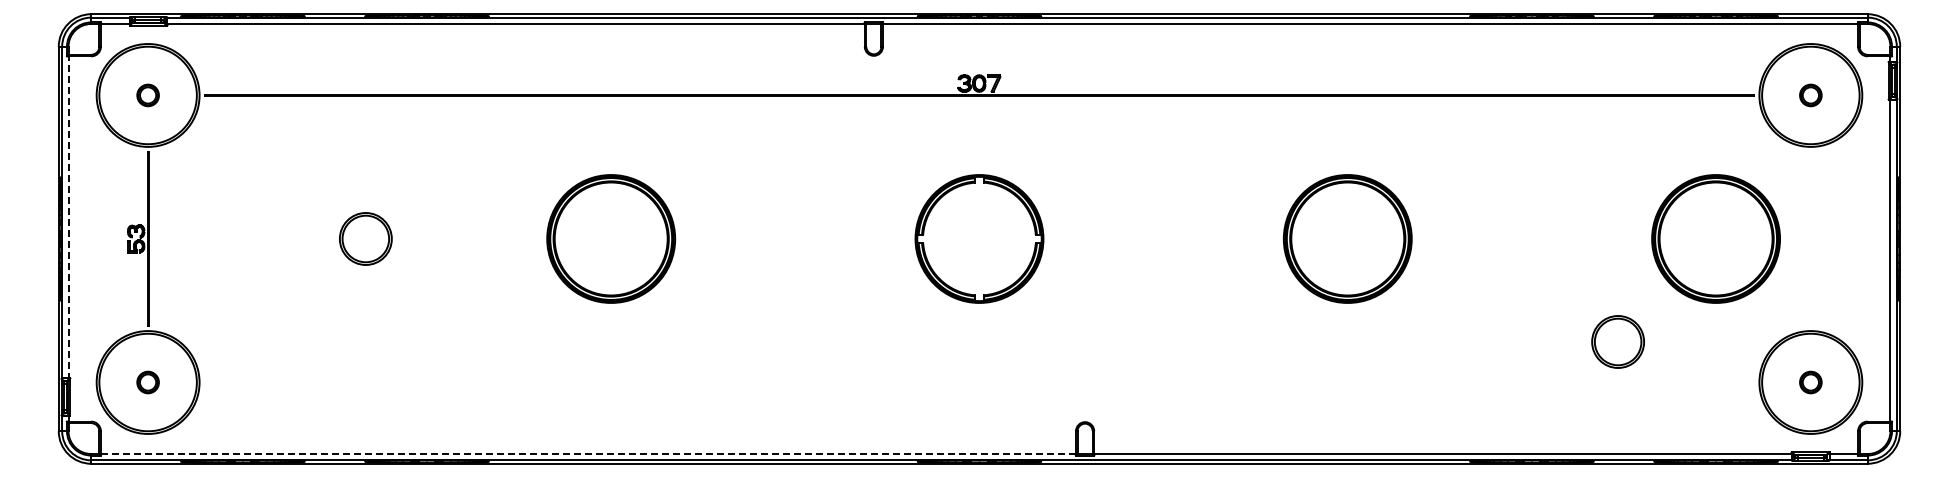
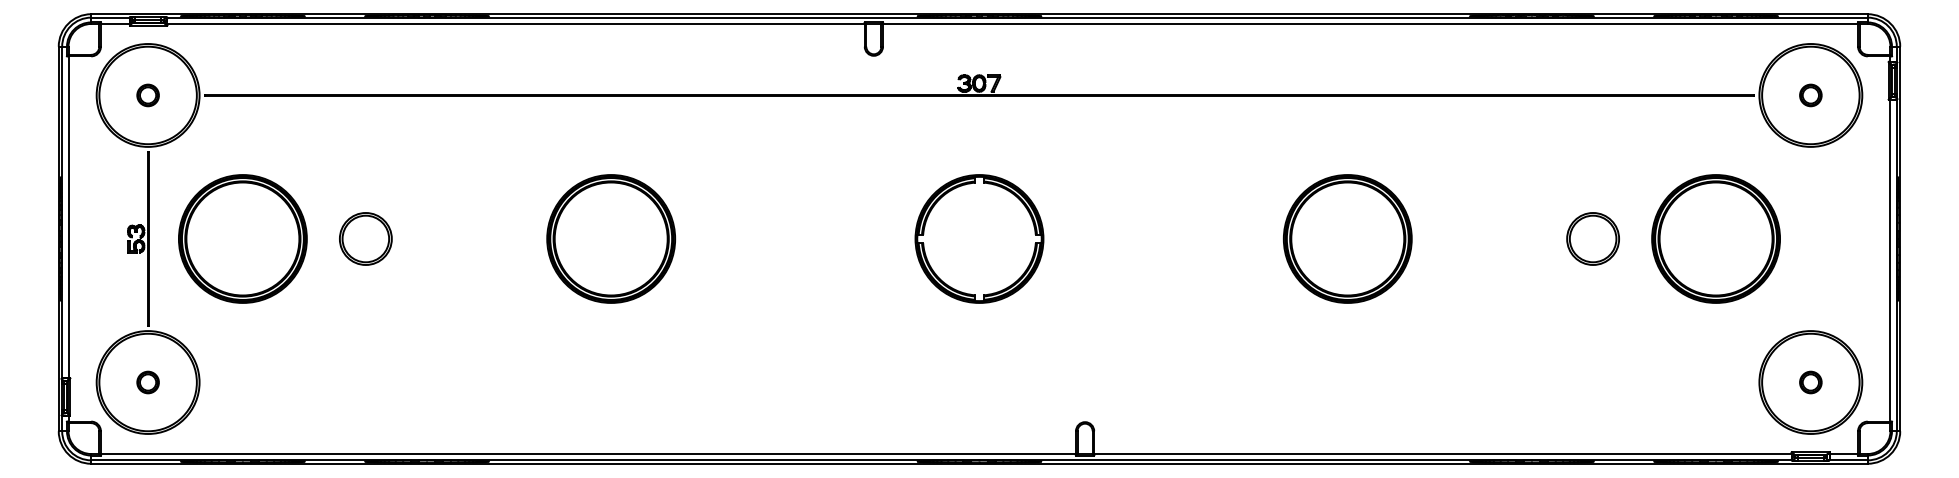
line at (68, 218): dashed -> solid
part at (242, 238): none -> present
part at (1617, 341) position: (1617, 341) -> (1592, 238)
line at (588, 453): dashed -> solid
